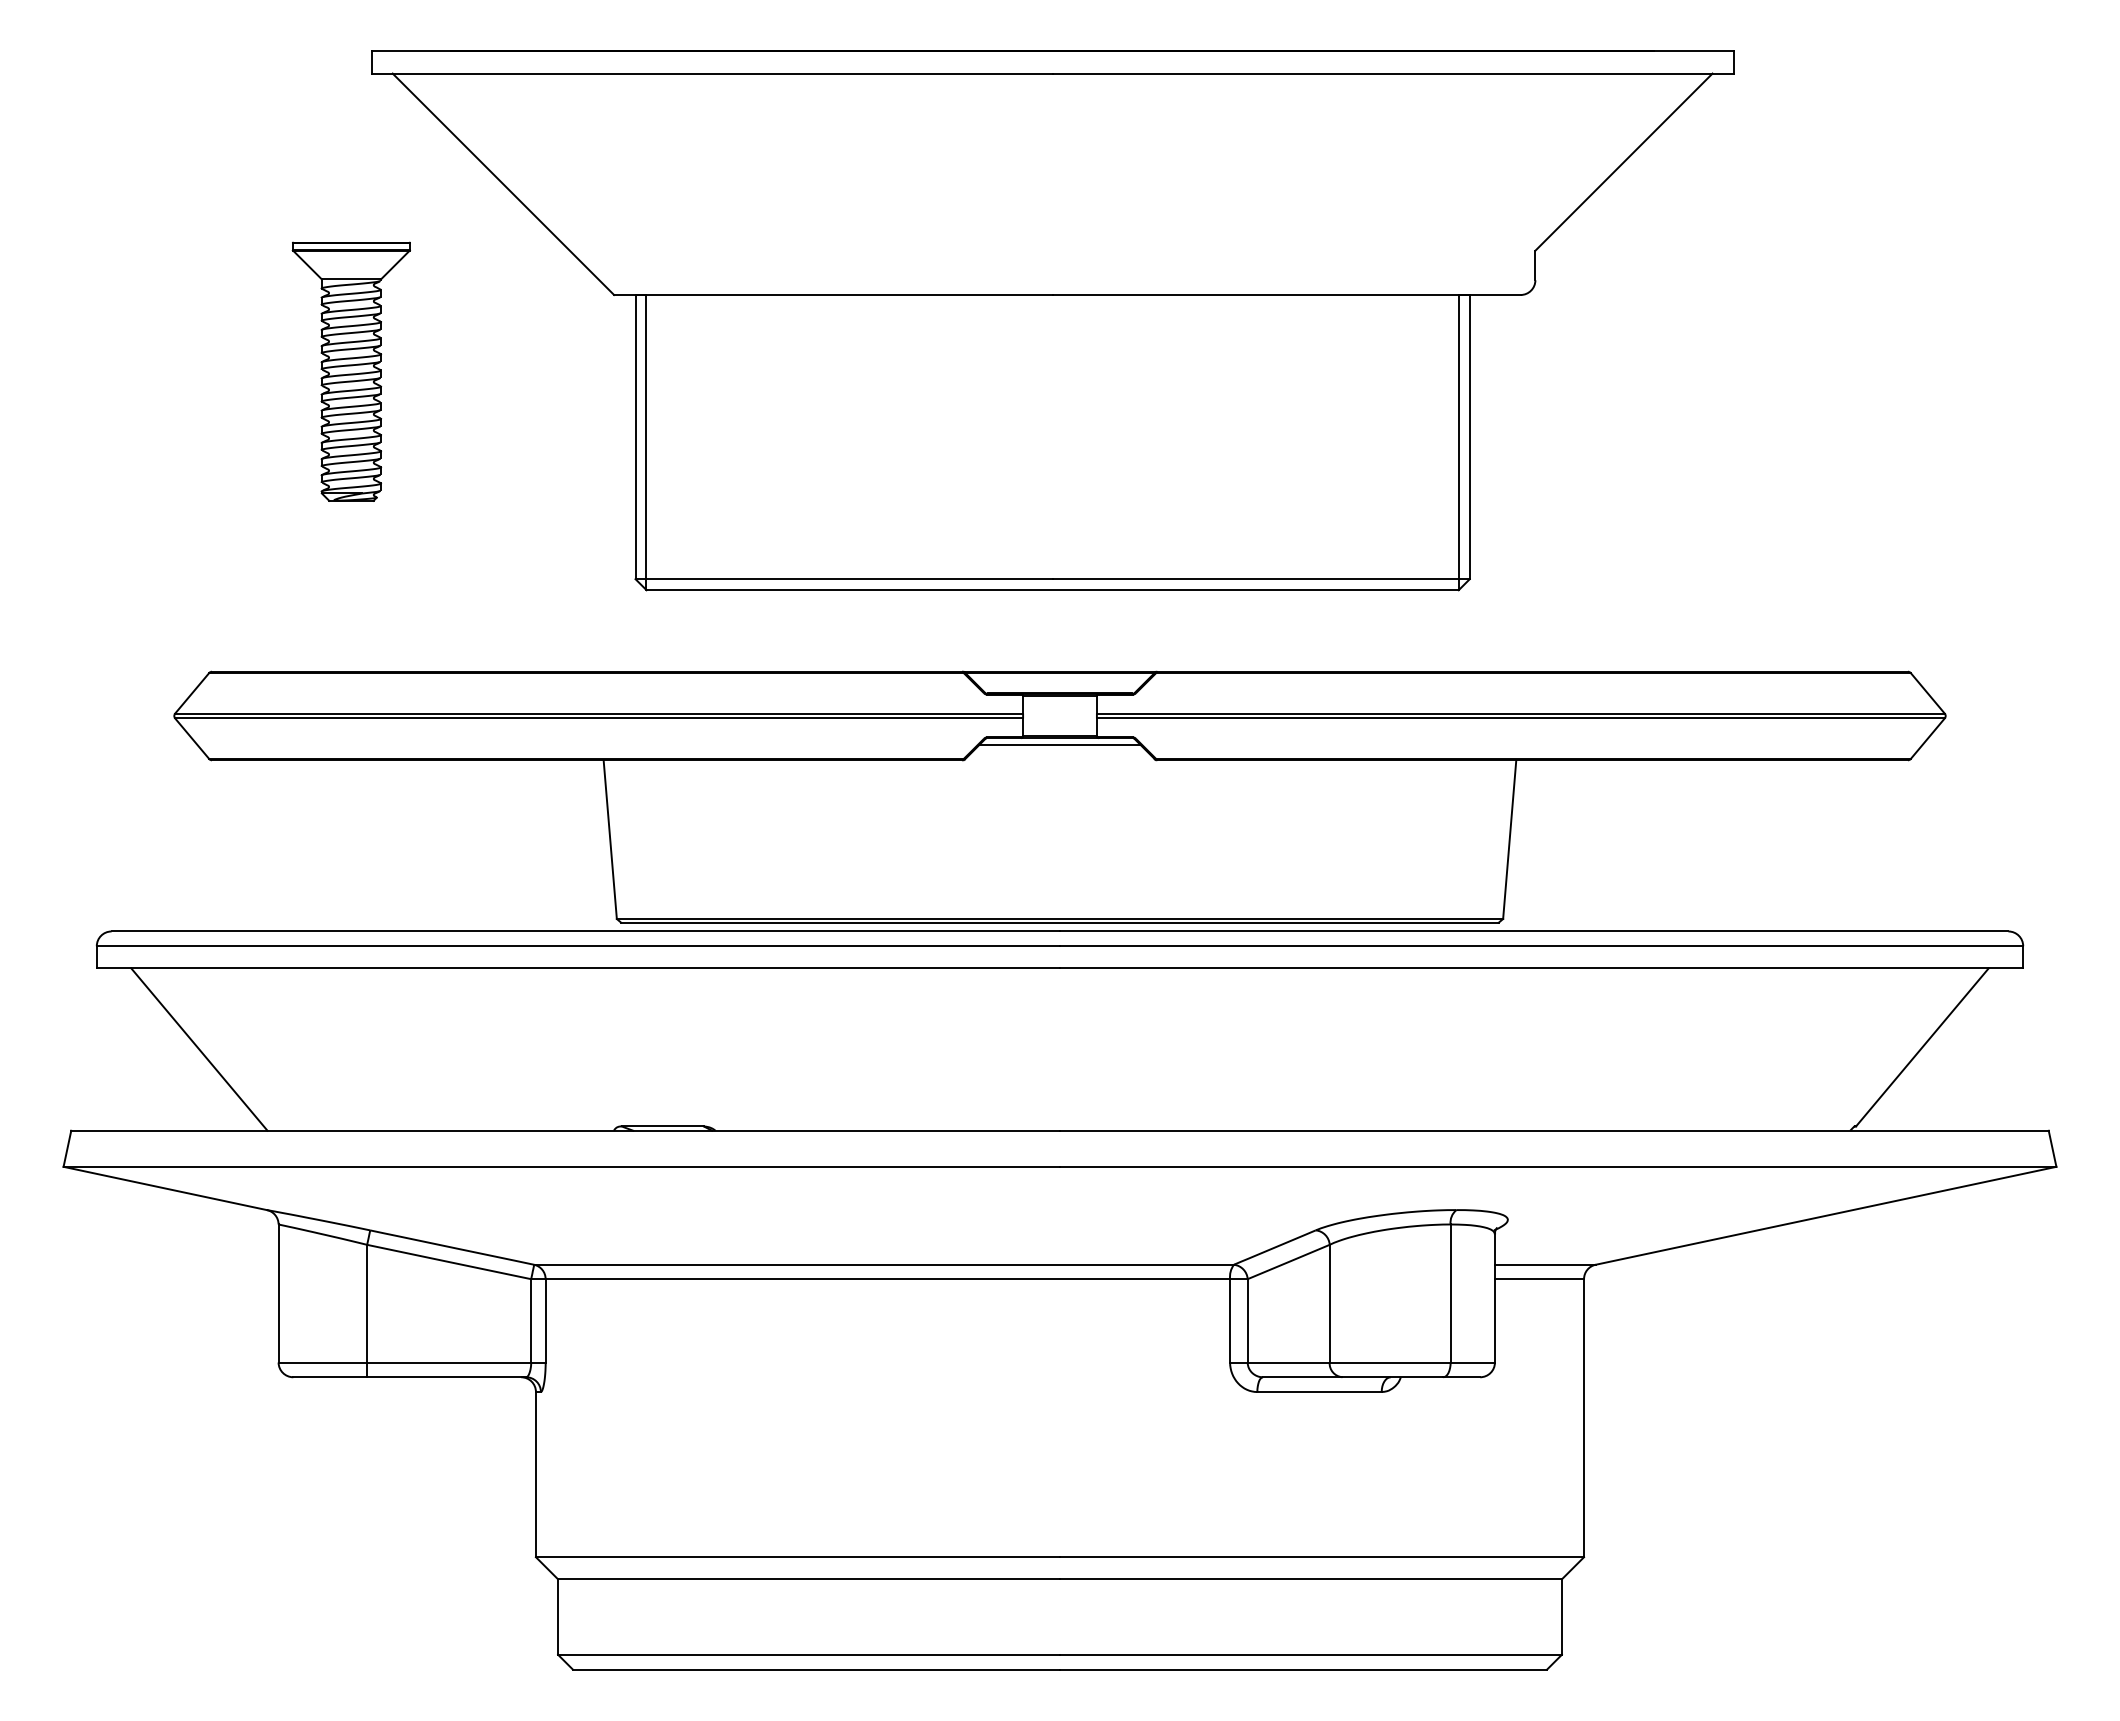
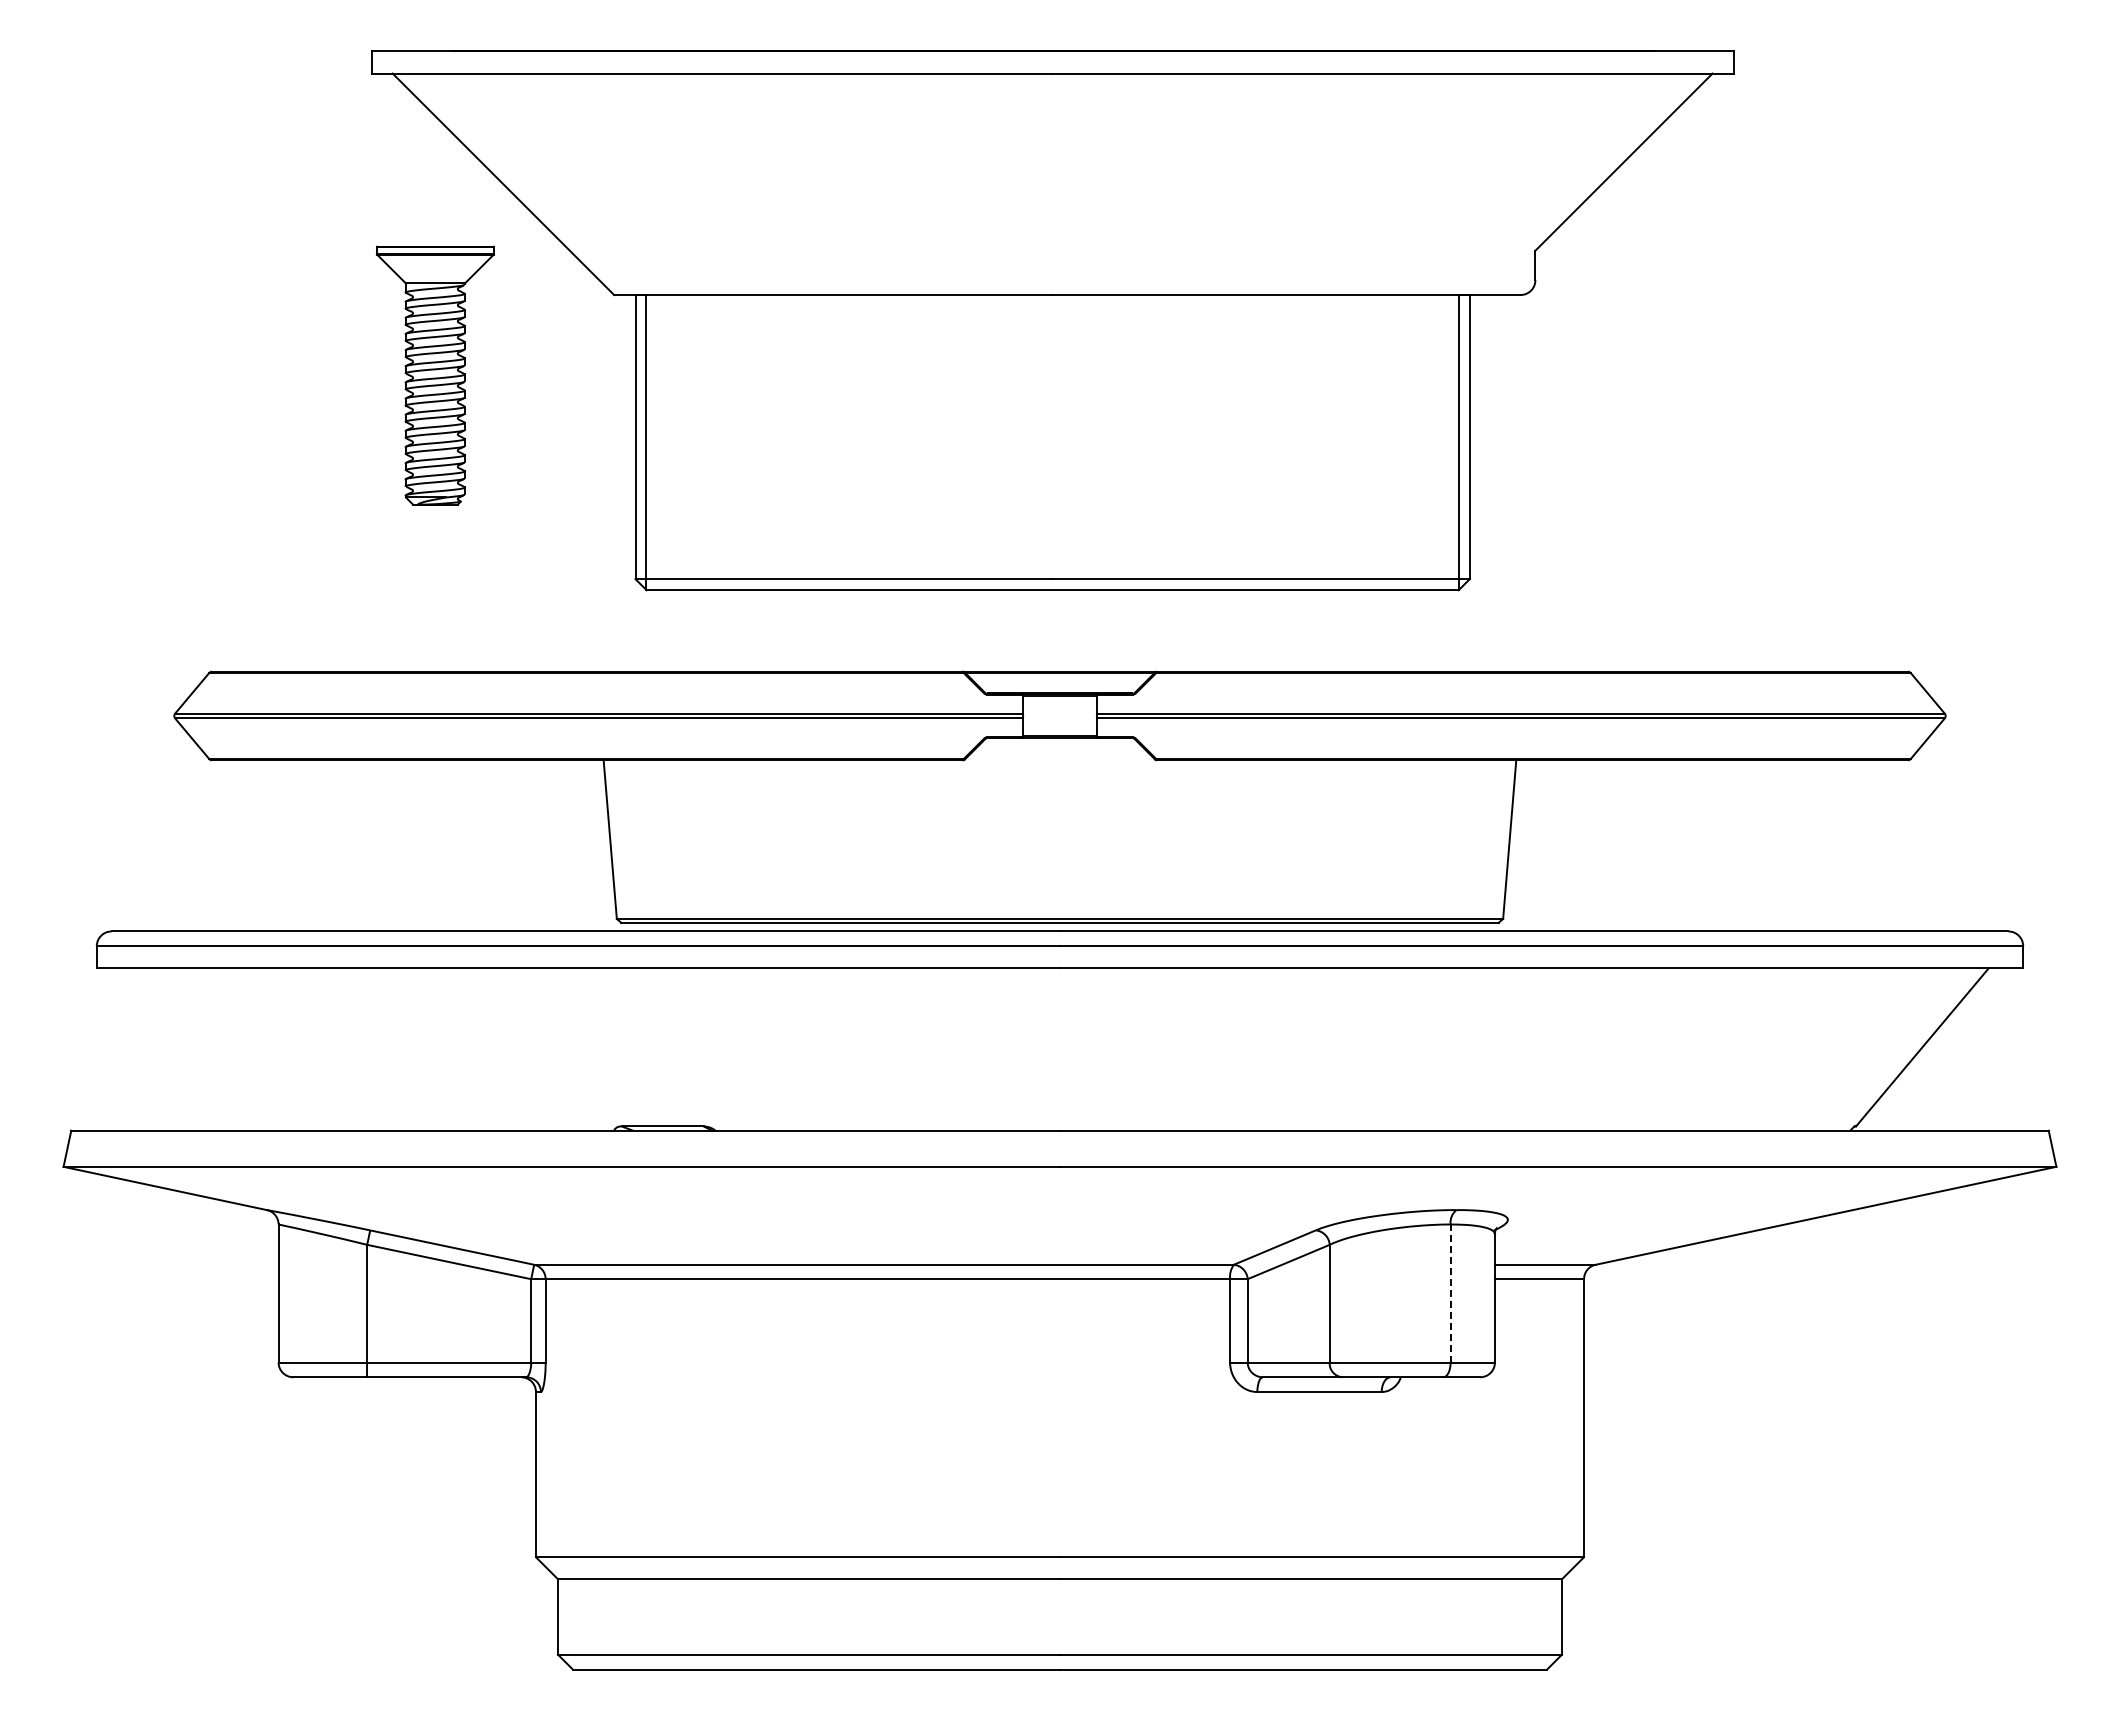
part at (350, 371) position: (350, 371) -> (434, 375)
line at (1059, 744): present -> none
line at (199, 1049): present -> none
line at (1450, 1293): solid -> dashed
